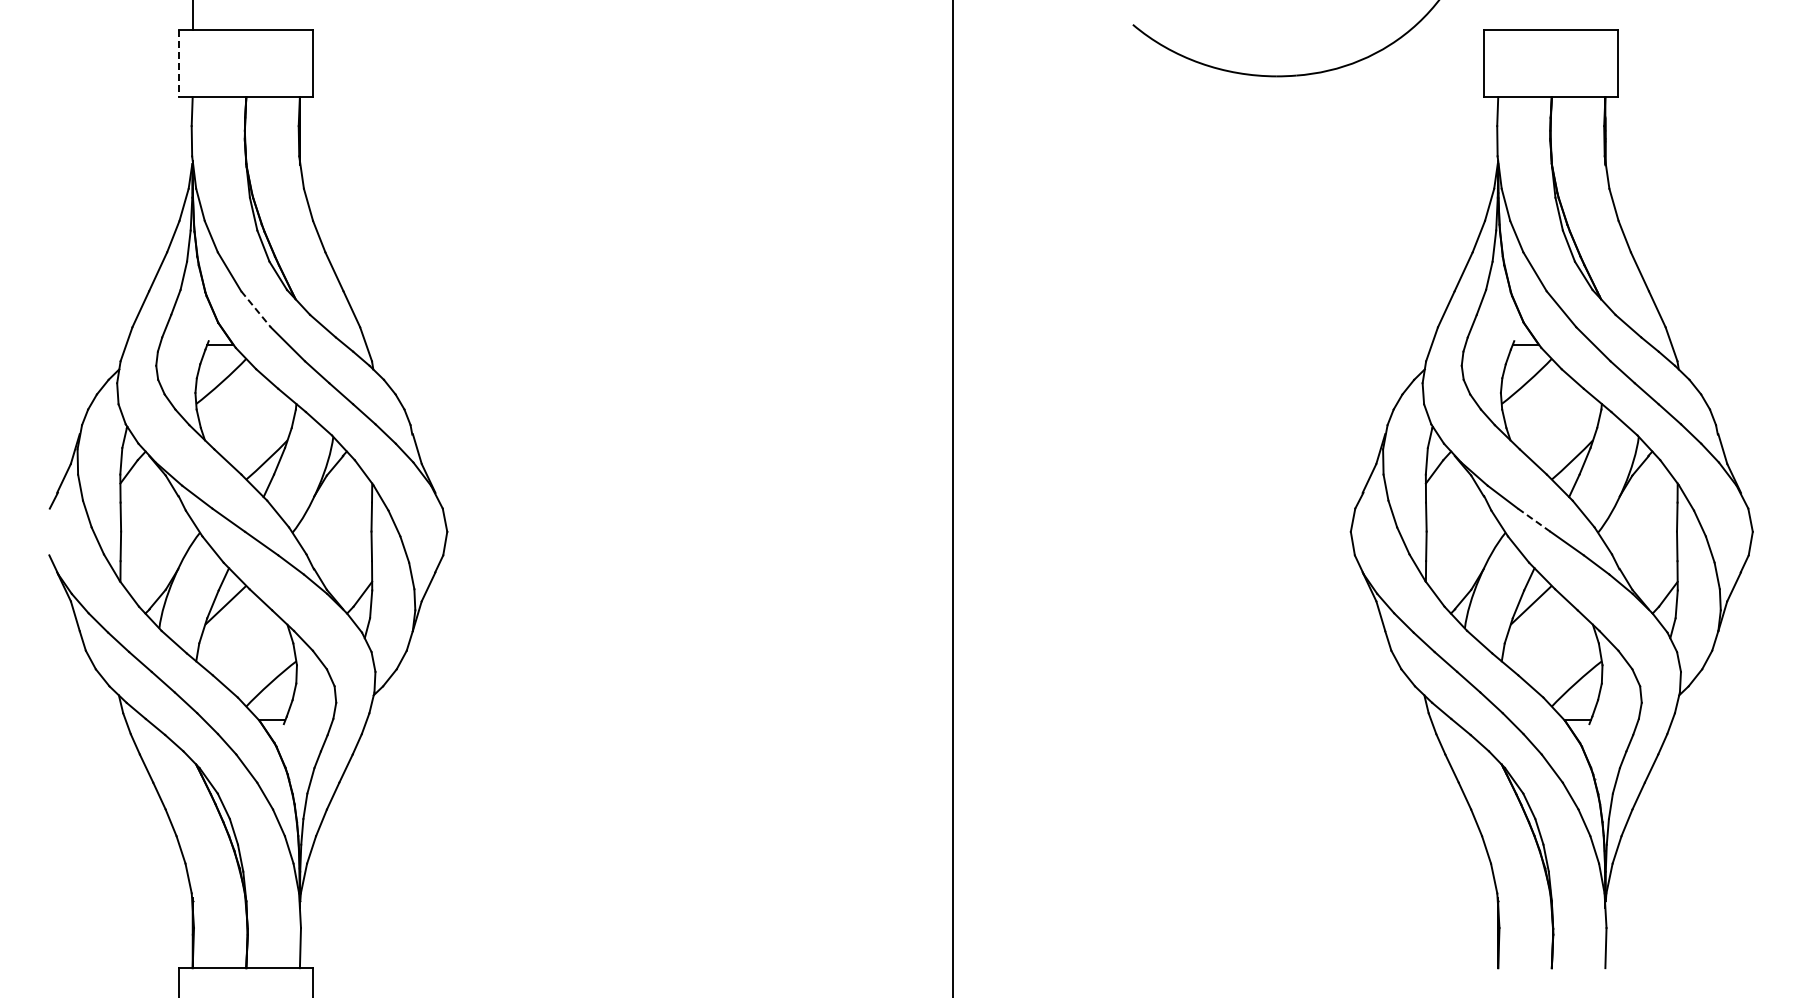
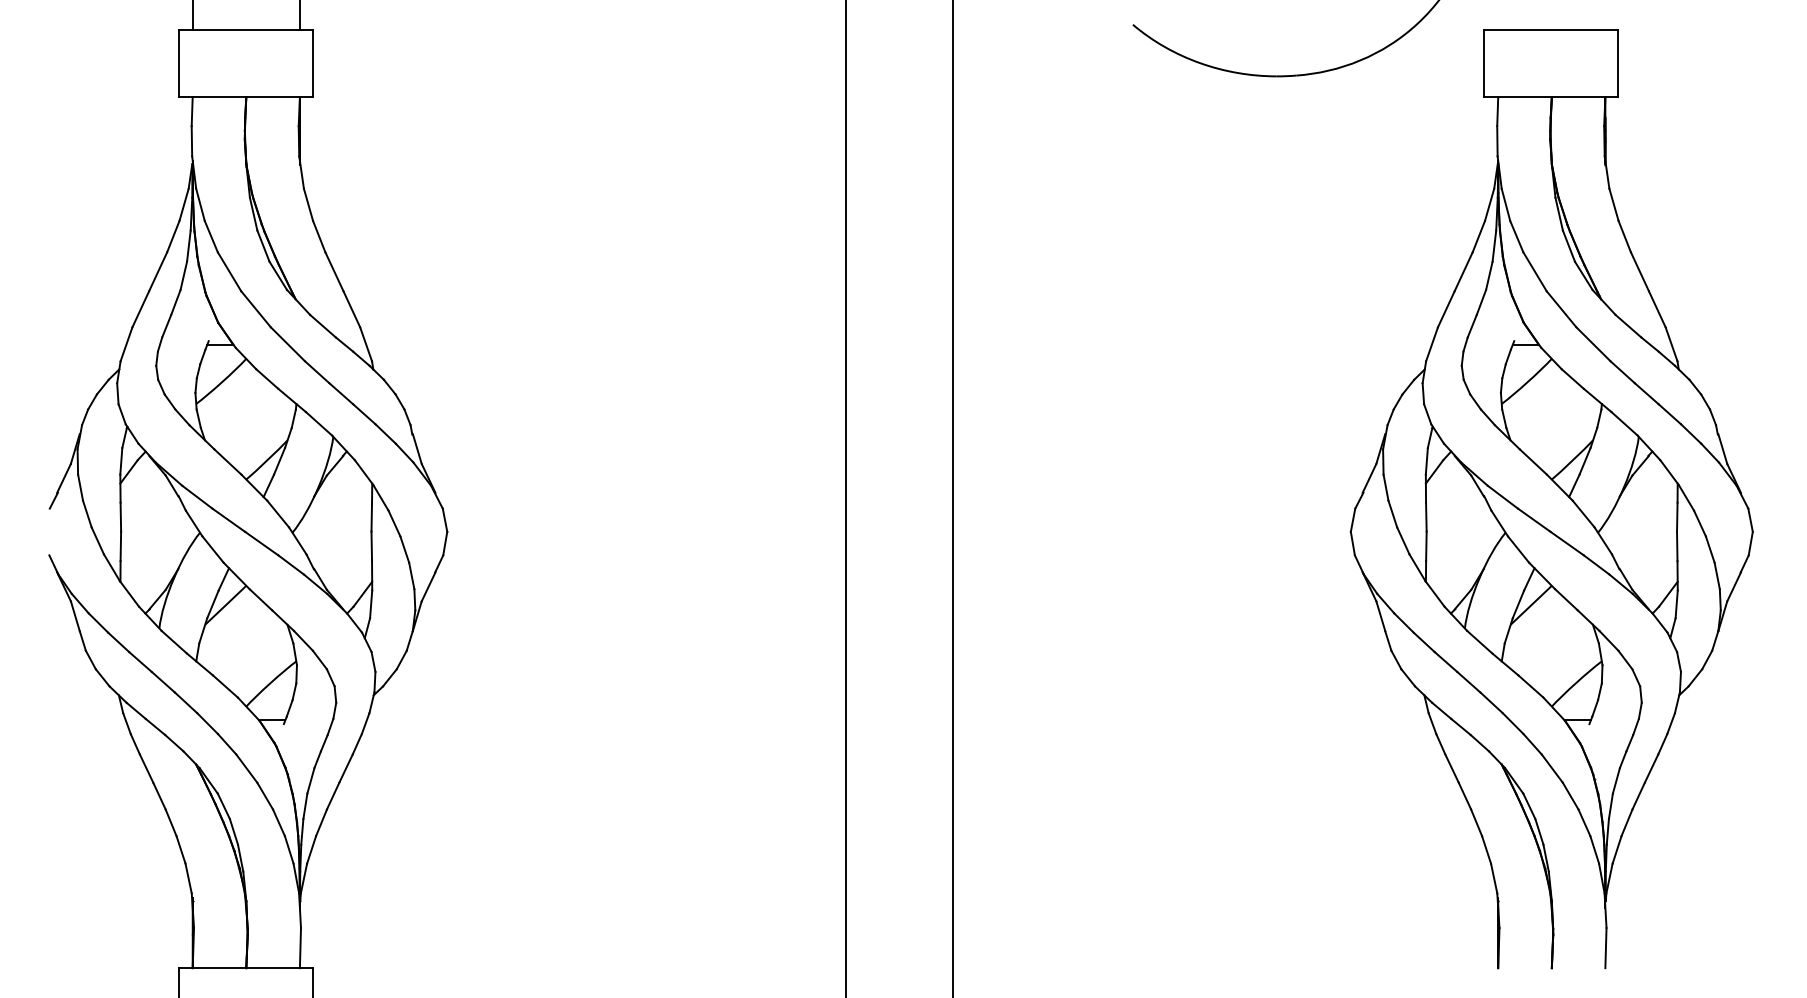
line at (300, 16): none -> present
line at (179, 63): dashed -> solid
line at (256, 309): dashed -> solid
line at (846, 498): none -> present
line at (1534, 520): dashed -> solid
